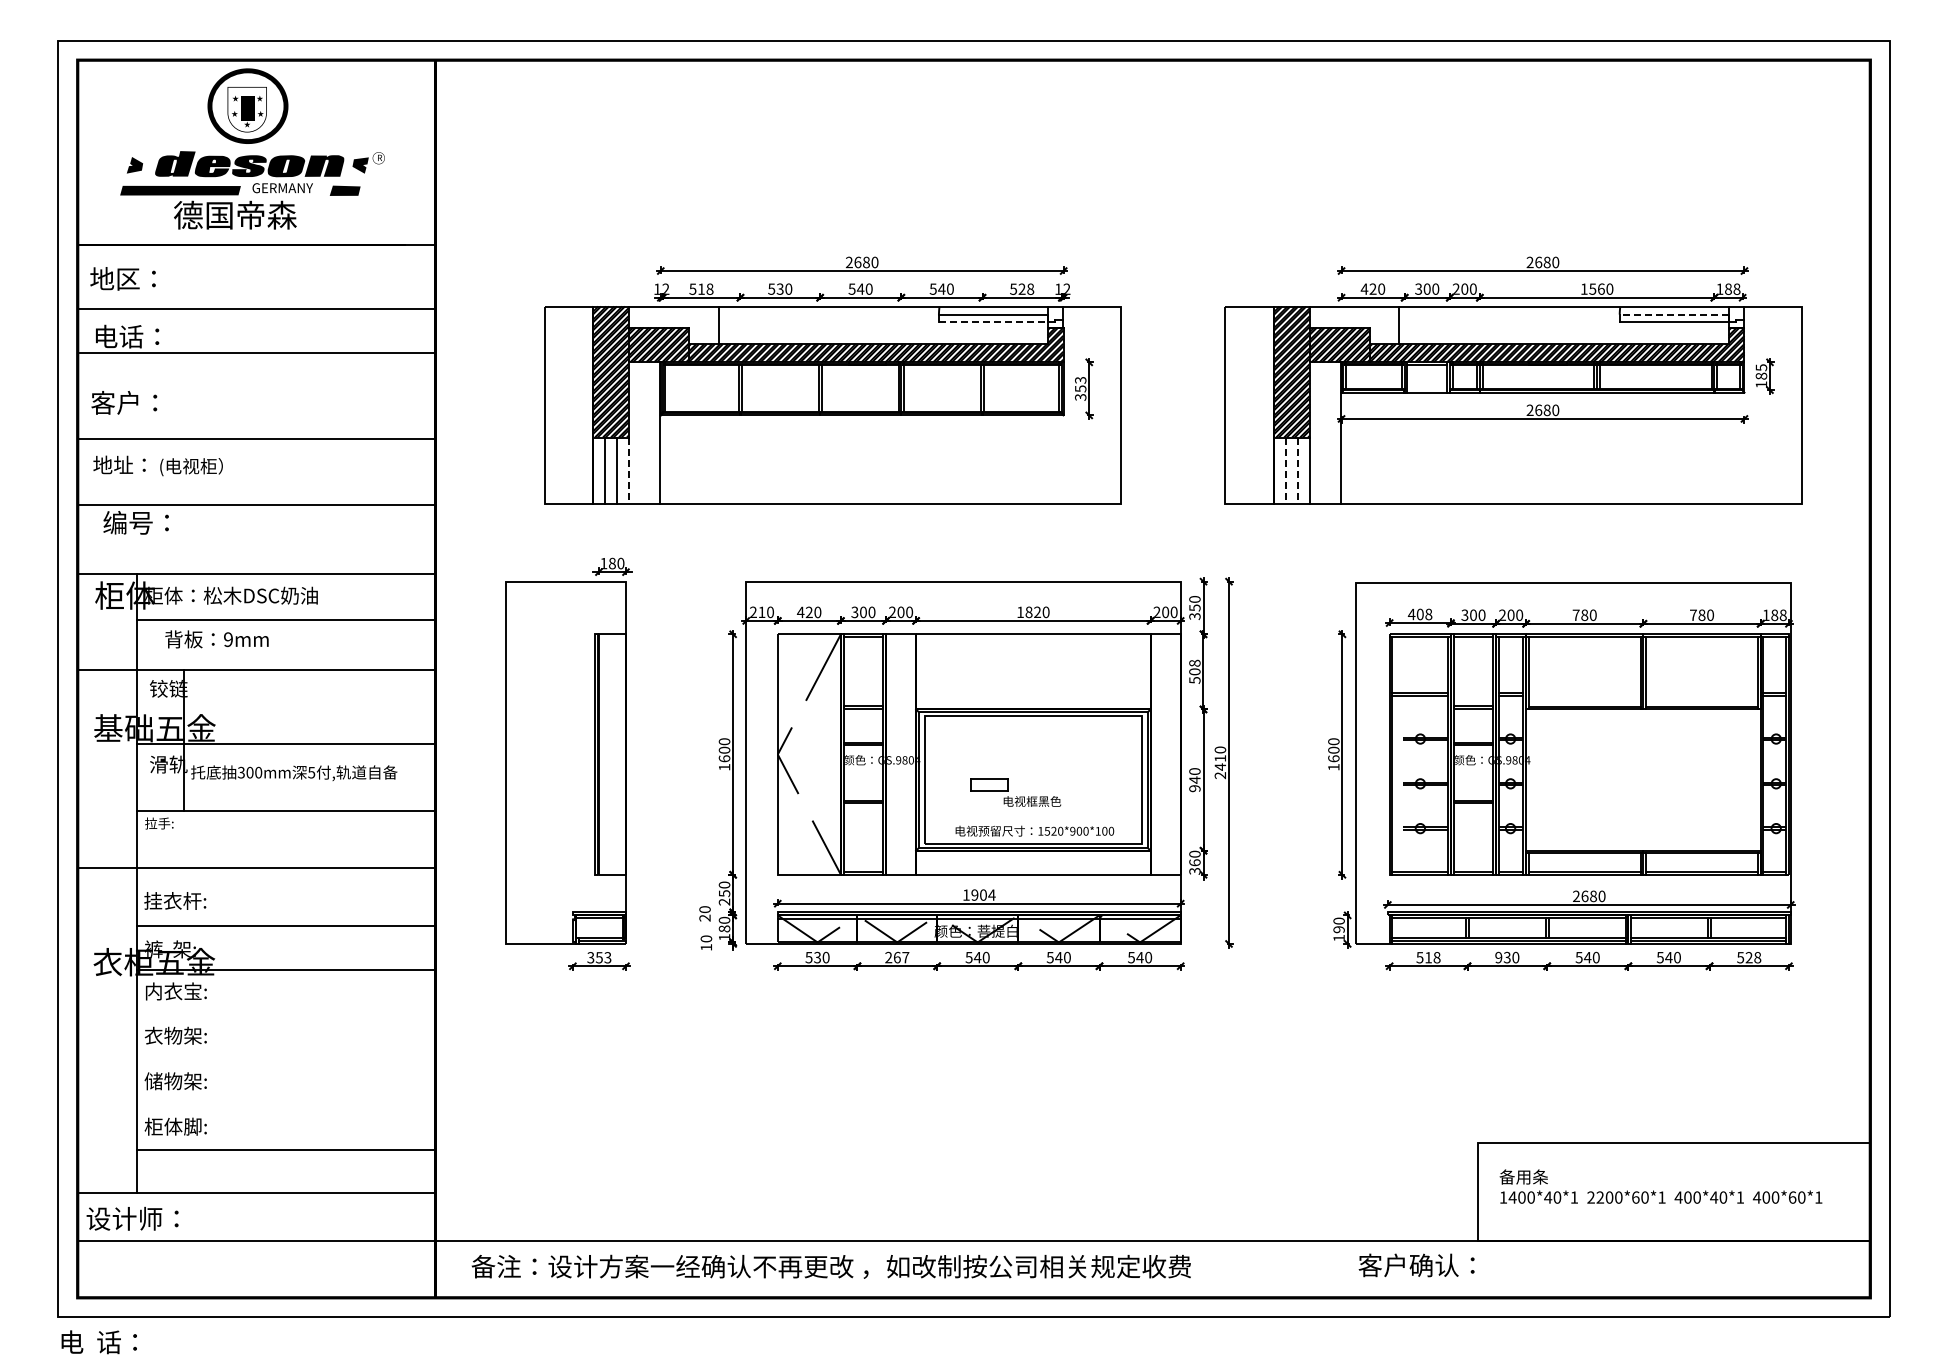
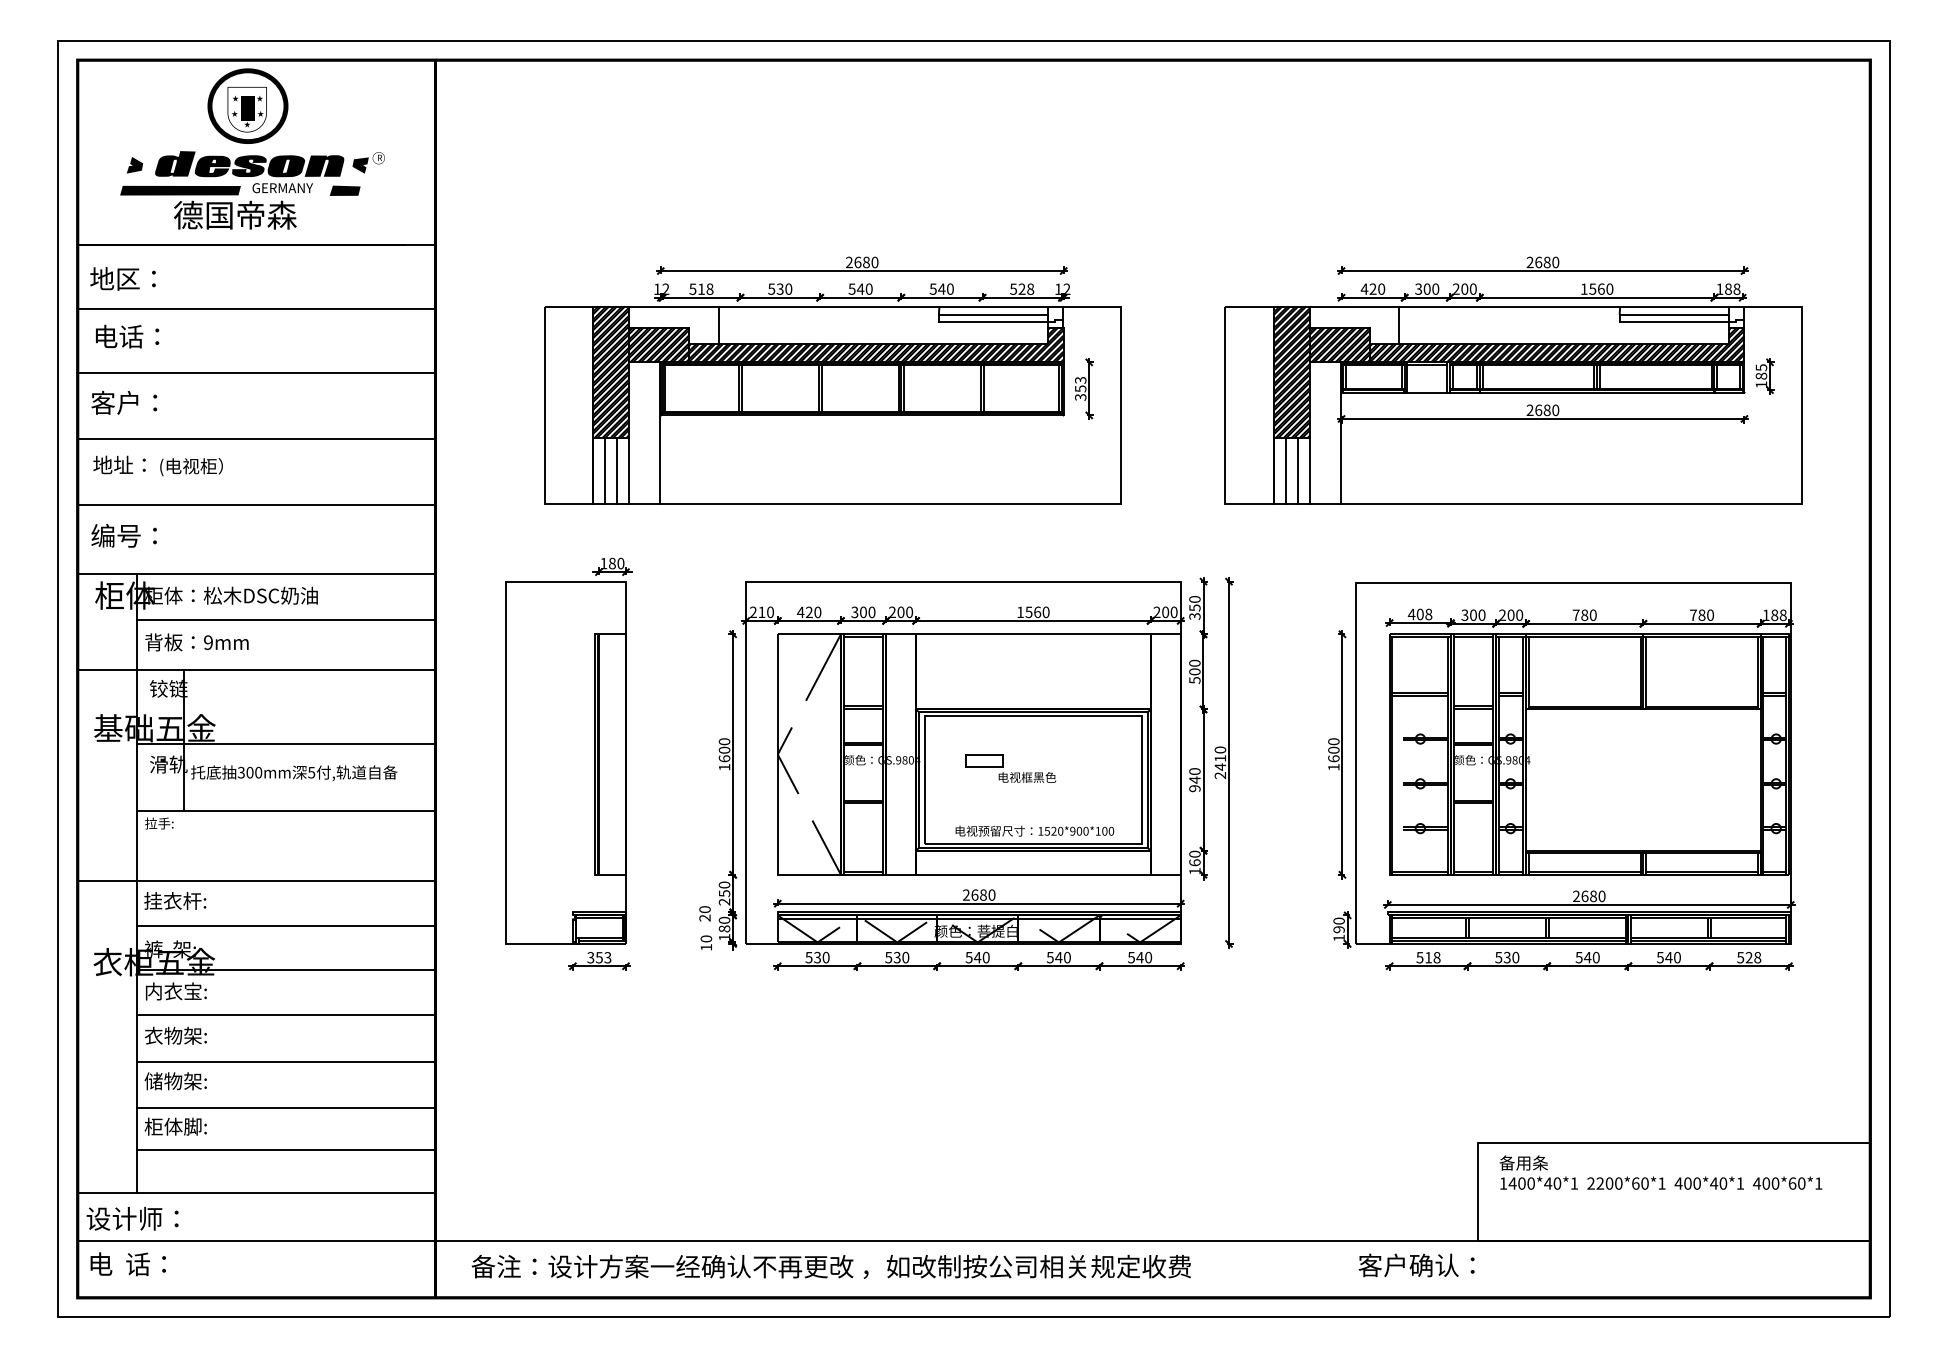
line at (1673, 314): dashed -> solid
line at (993, 322): dashed -> solid
line at (257, 353) position: (257, 353) -> (257, 373)
line at (629, 471): dashed -> solid
line at (1285, 471): dashed -> solid
line at (1297, 471): dashed -> solid
text at (135, 522) position: (135, 522) -> (123, 535)
text at (1033, 612): 1820 -> 1560
text at (216, 639) position: (216, 639) -> (196, 642)
text at (1194, 662): 508 -> 500
part at (1015, 792) position: (1015, 792) -> (1010, 768)
line at (256, 867) position: (256, 867) -> (256, 880)
text at (1194, 871): 360 -> 160
text at (978, 894): 1904 -> 2680
text at (897, 957): 267 -> 530
text at (1498, 957): 930 -> 530
line at (285, 1015): none -> present
line at (285, 1062): none -> present
line at (285, 1108): none -> present
text at (1660, 1186) position: (1660, 1186) -> (1660, 1172)
text at (98, 1342) position: (98, 1342) -> (127, 1264)
